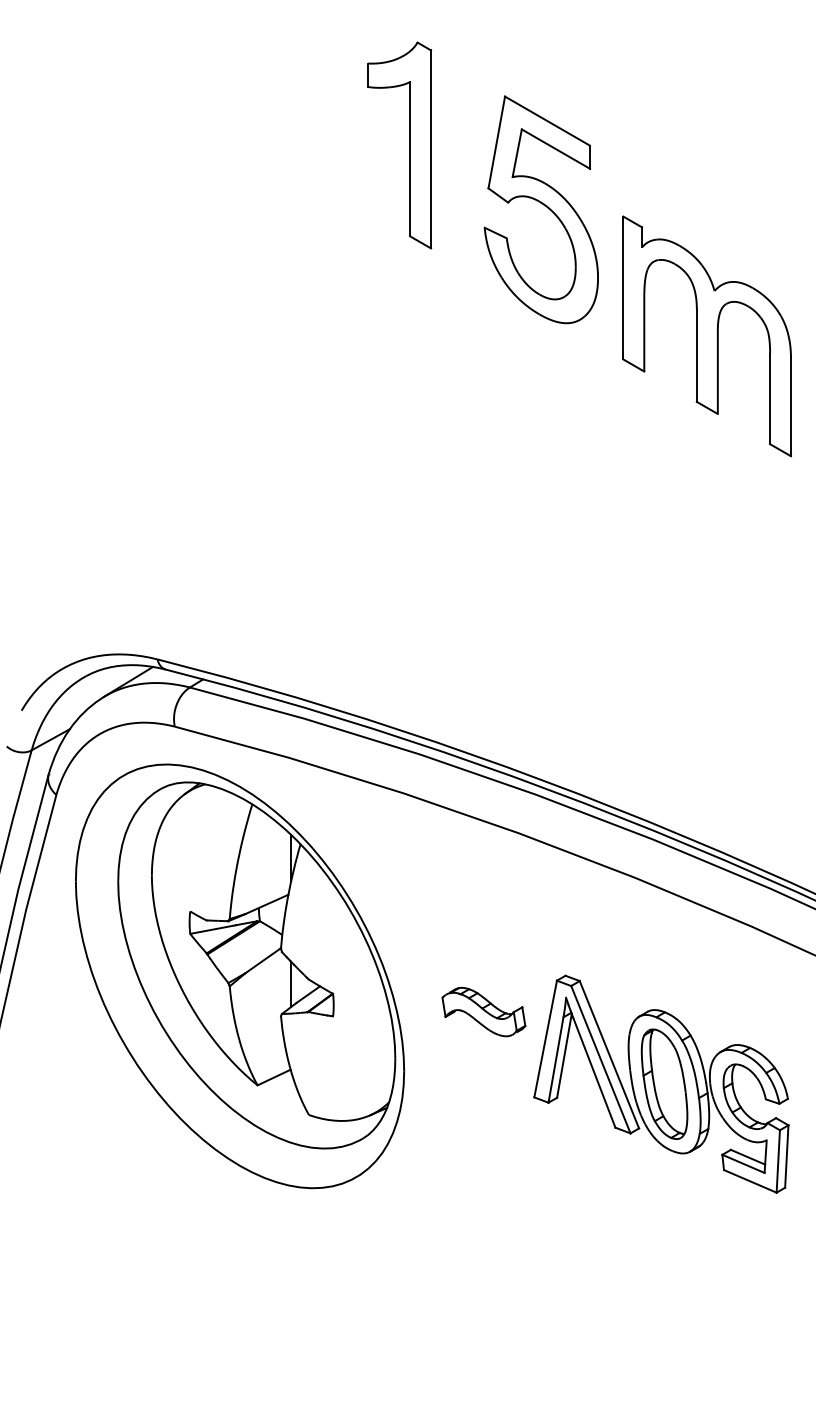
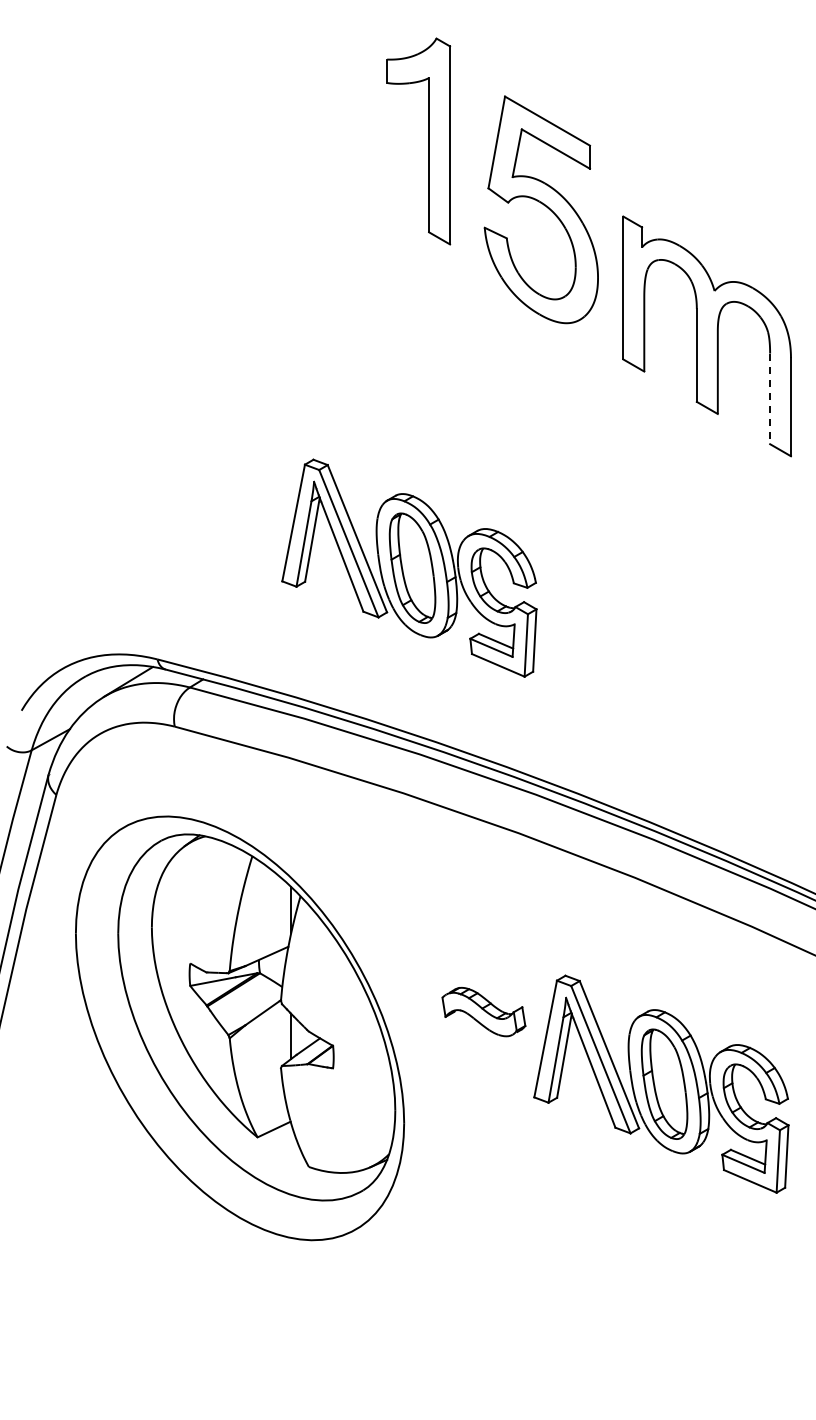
part at (409, 145) position: (409, 145) -> (428, 141)
line at (770, 399): solid -> dashed
part at (409, 567): none -> present
part at (240, 976) position: (240, 976) -> (240, 1028)
